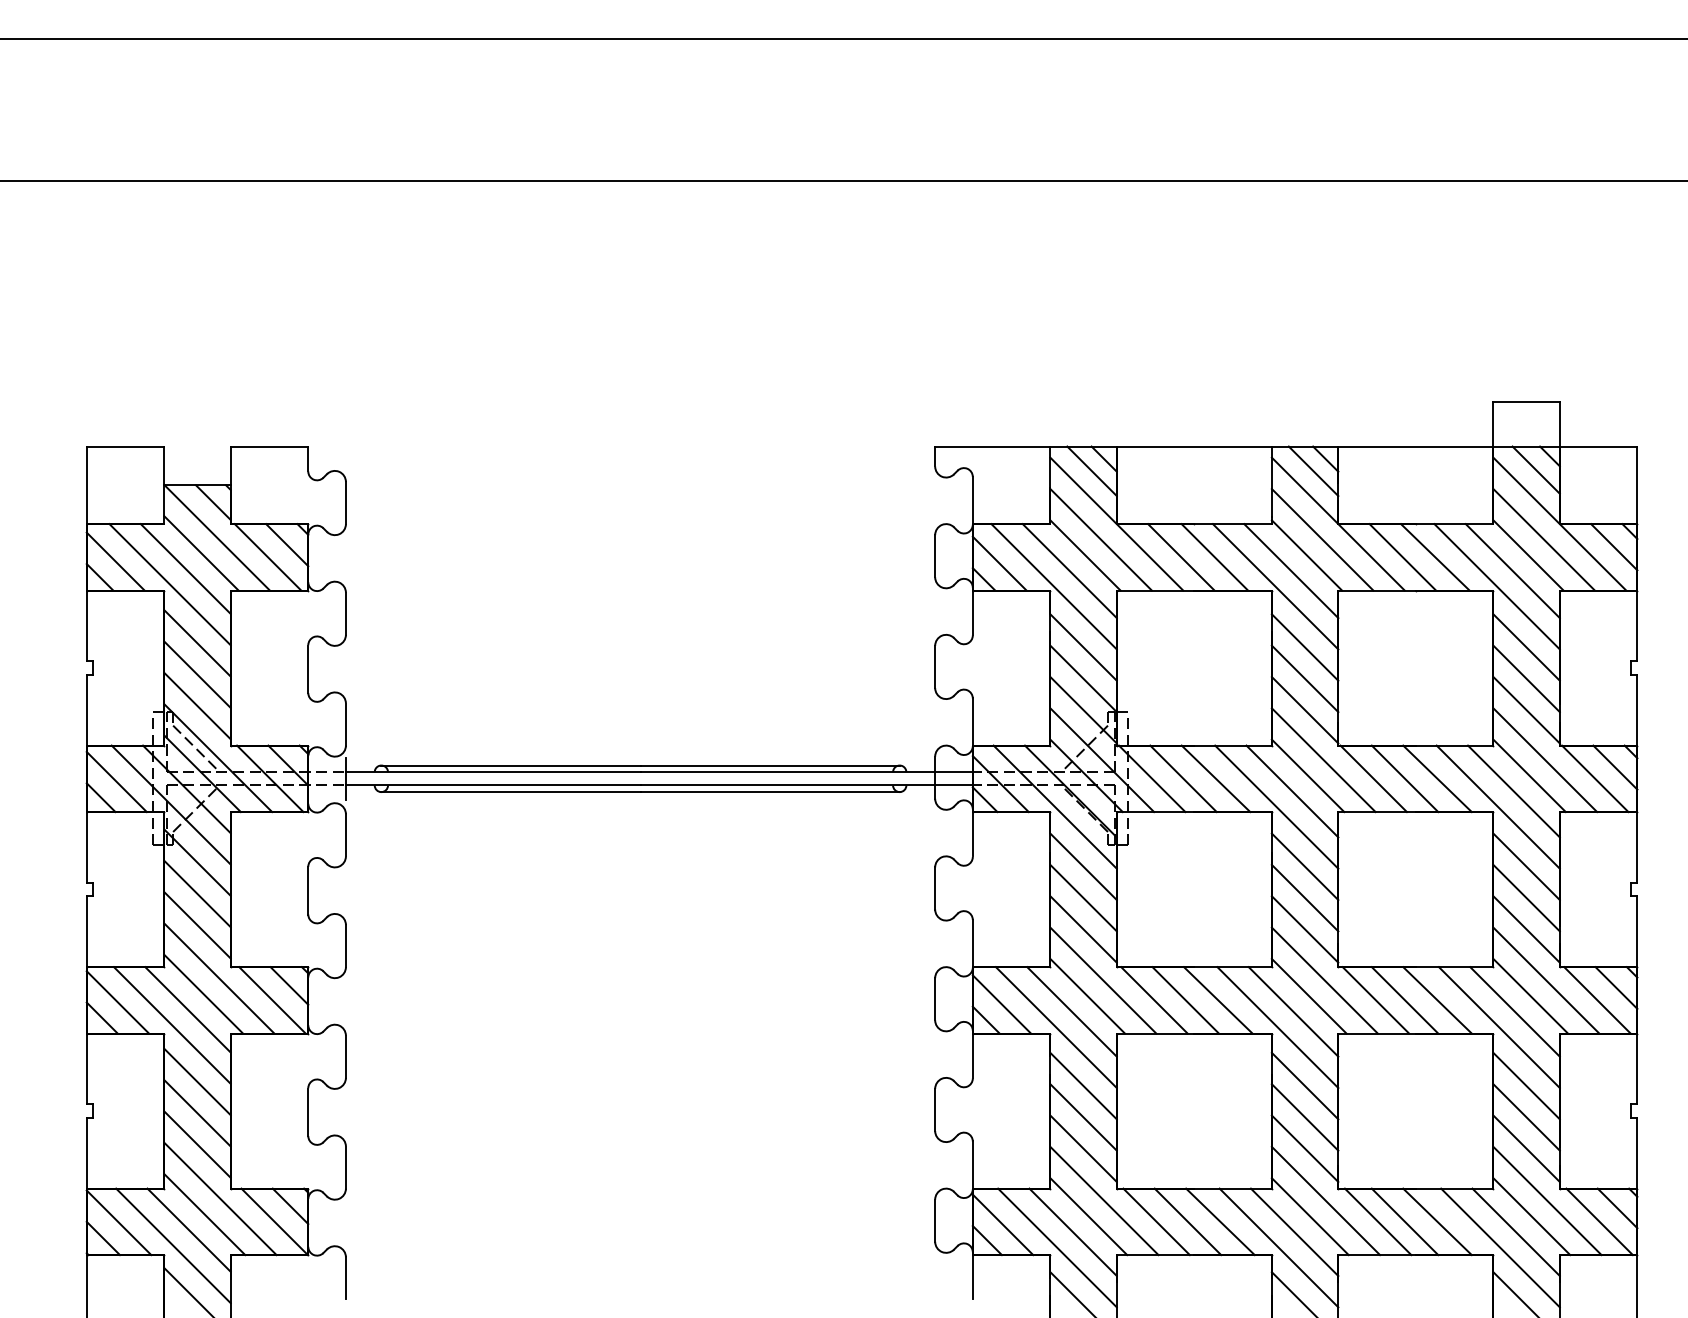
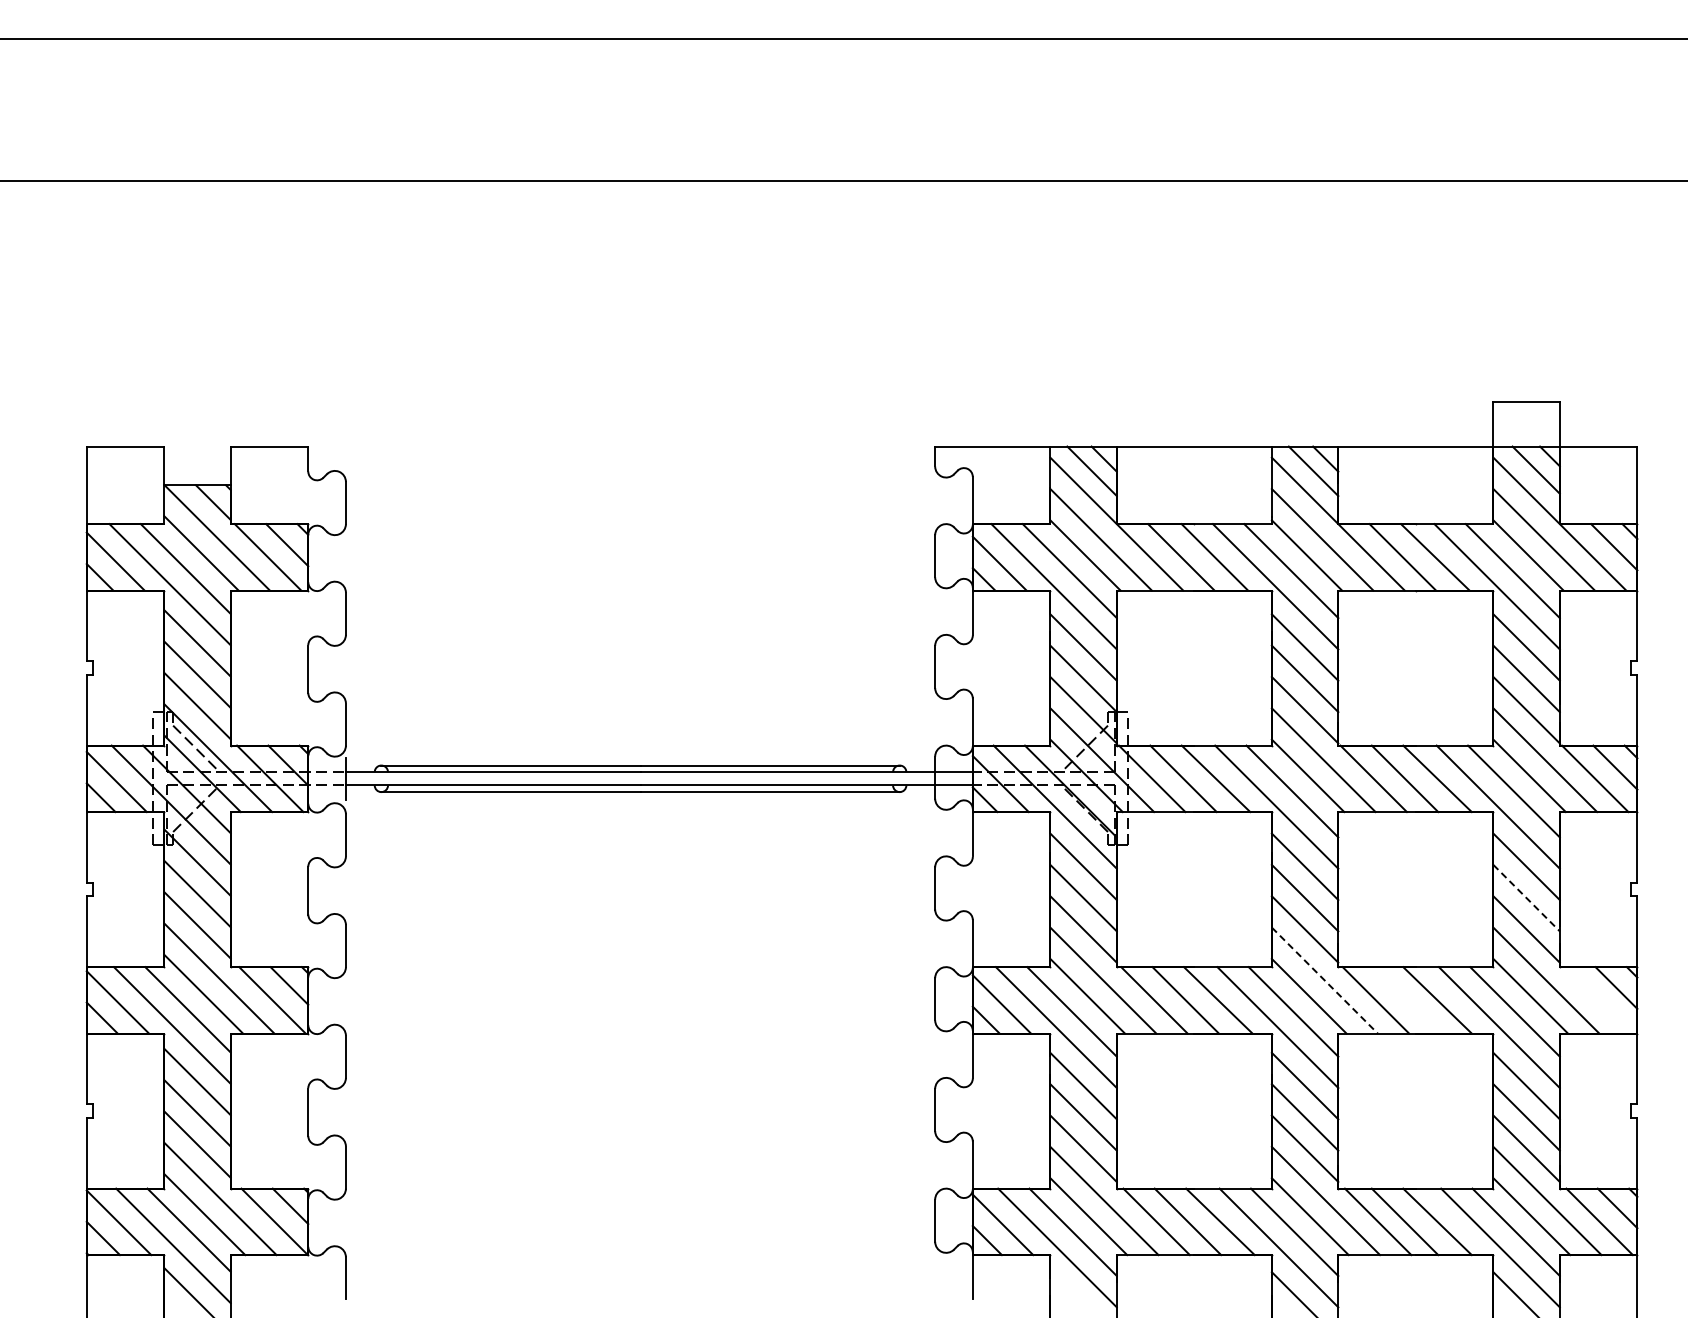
line at (1526, 898): solid -> dashed
line at (1324, 980): solid -> dashed
line at (1404, 1000): present -> none
line at (1597, 1000): present -> none
line at (1071, 1293): present -> none
